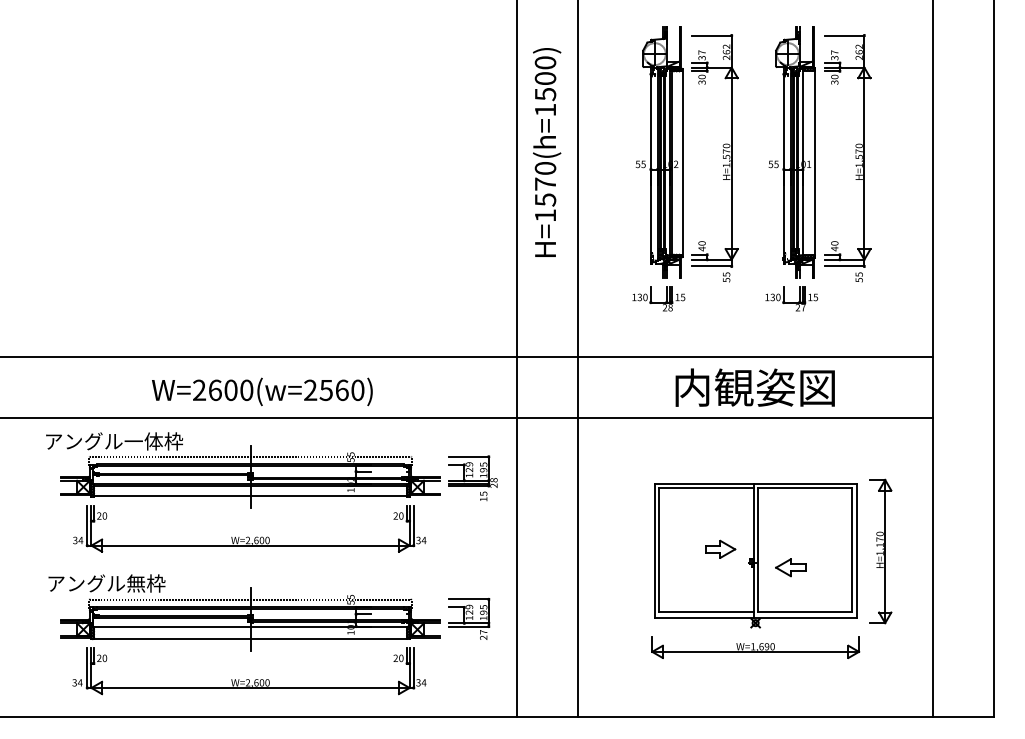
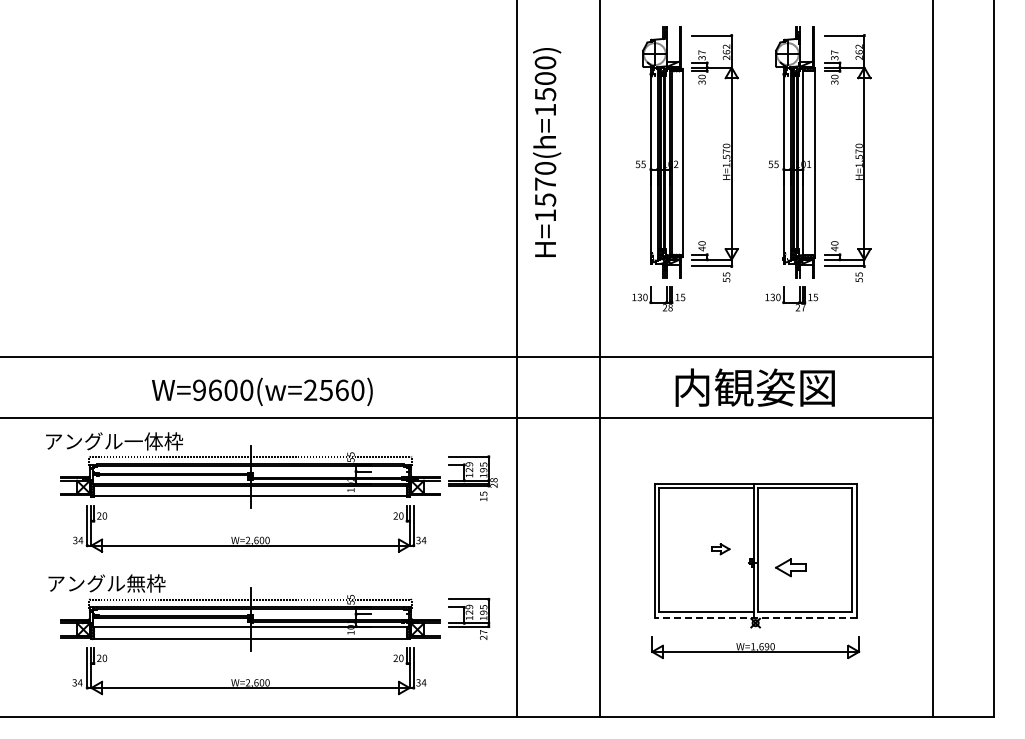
line at (578, 359) position: (578, 359) -> (600, 359)
text at (199, 390): W=2600(w=2560) -> W=9600(w=2560)
part at (720, 548) size: 32x20 px -> 20x13 px
part at (880, 551): present -> none
line at (755, 618): solid -> dashed
